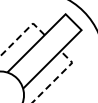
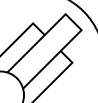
line at (22, 33): dashed -> solid
line at (59, 76): dashed -> solid
